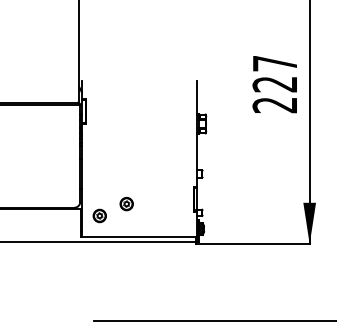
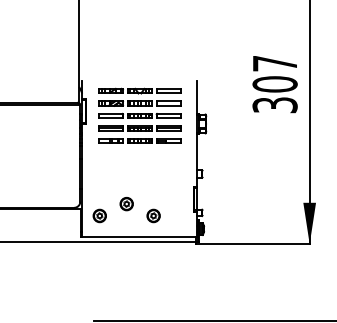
text at (274, 94): 227 -> 307
part at (139, 115): none -> present
part at (153, 215): none -> present
